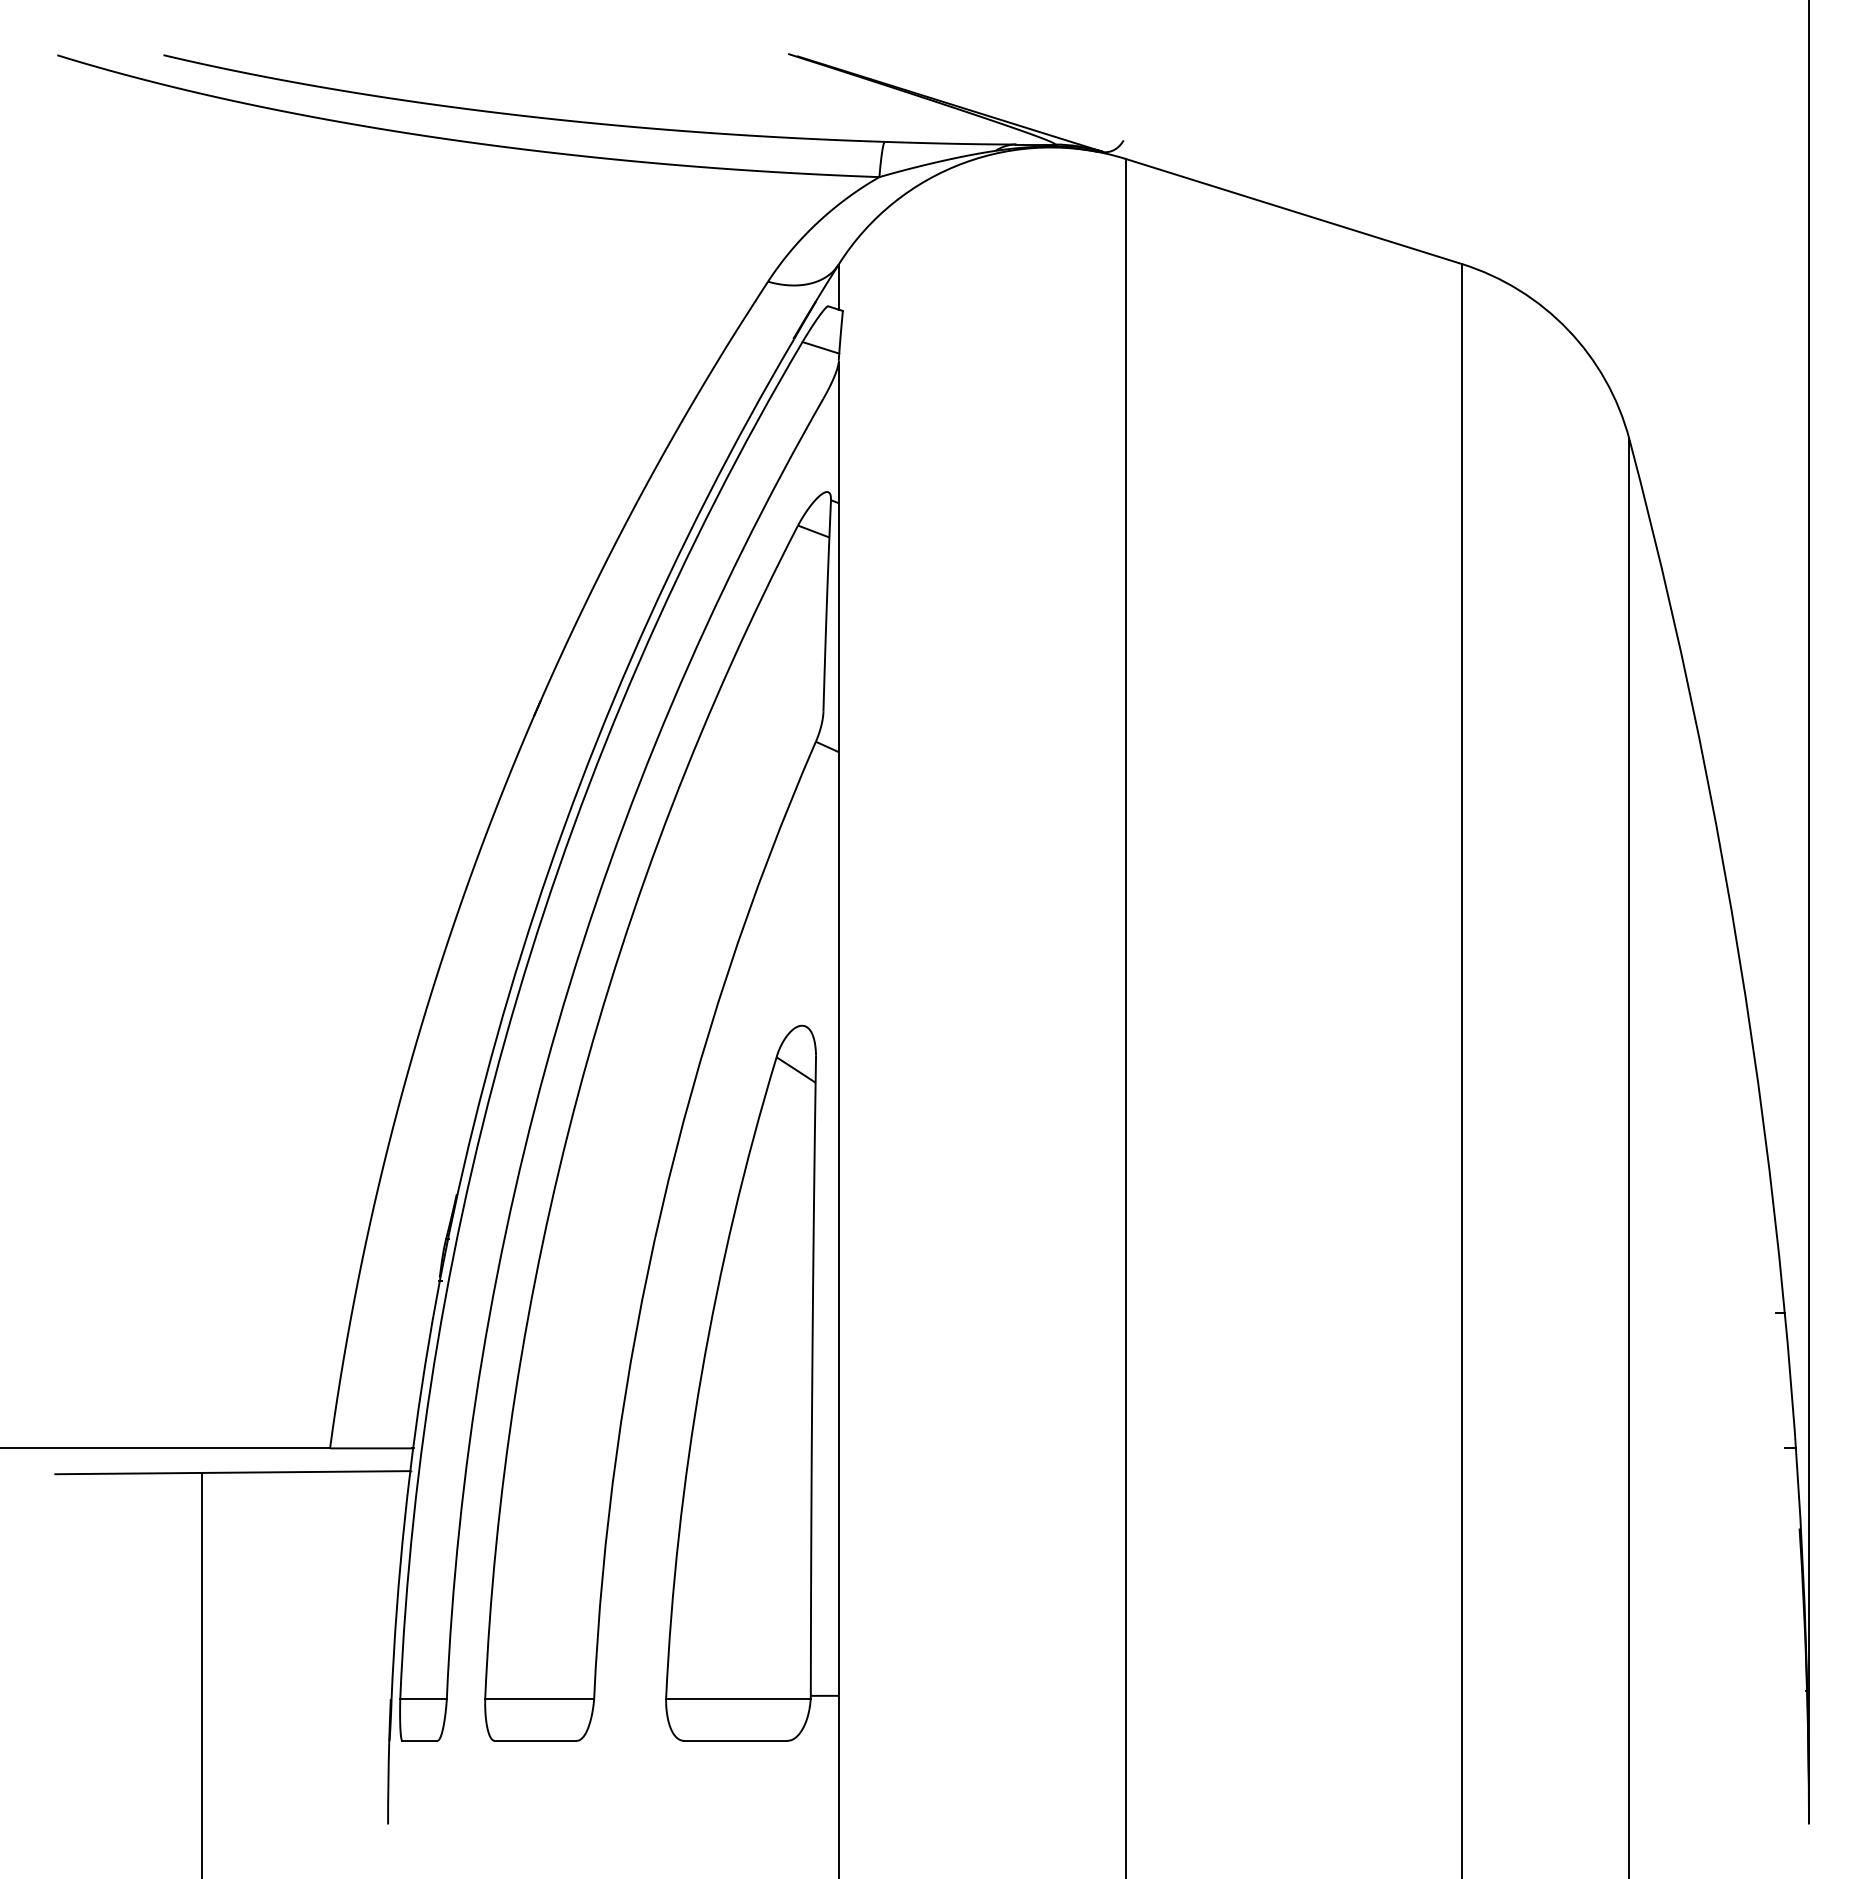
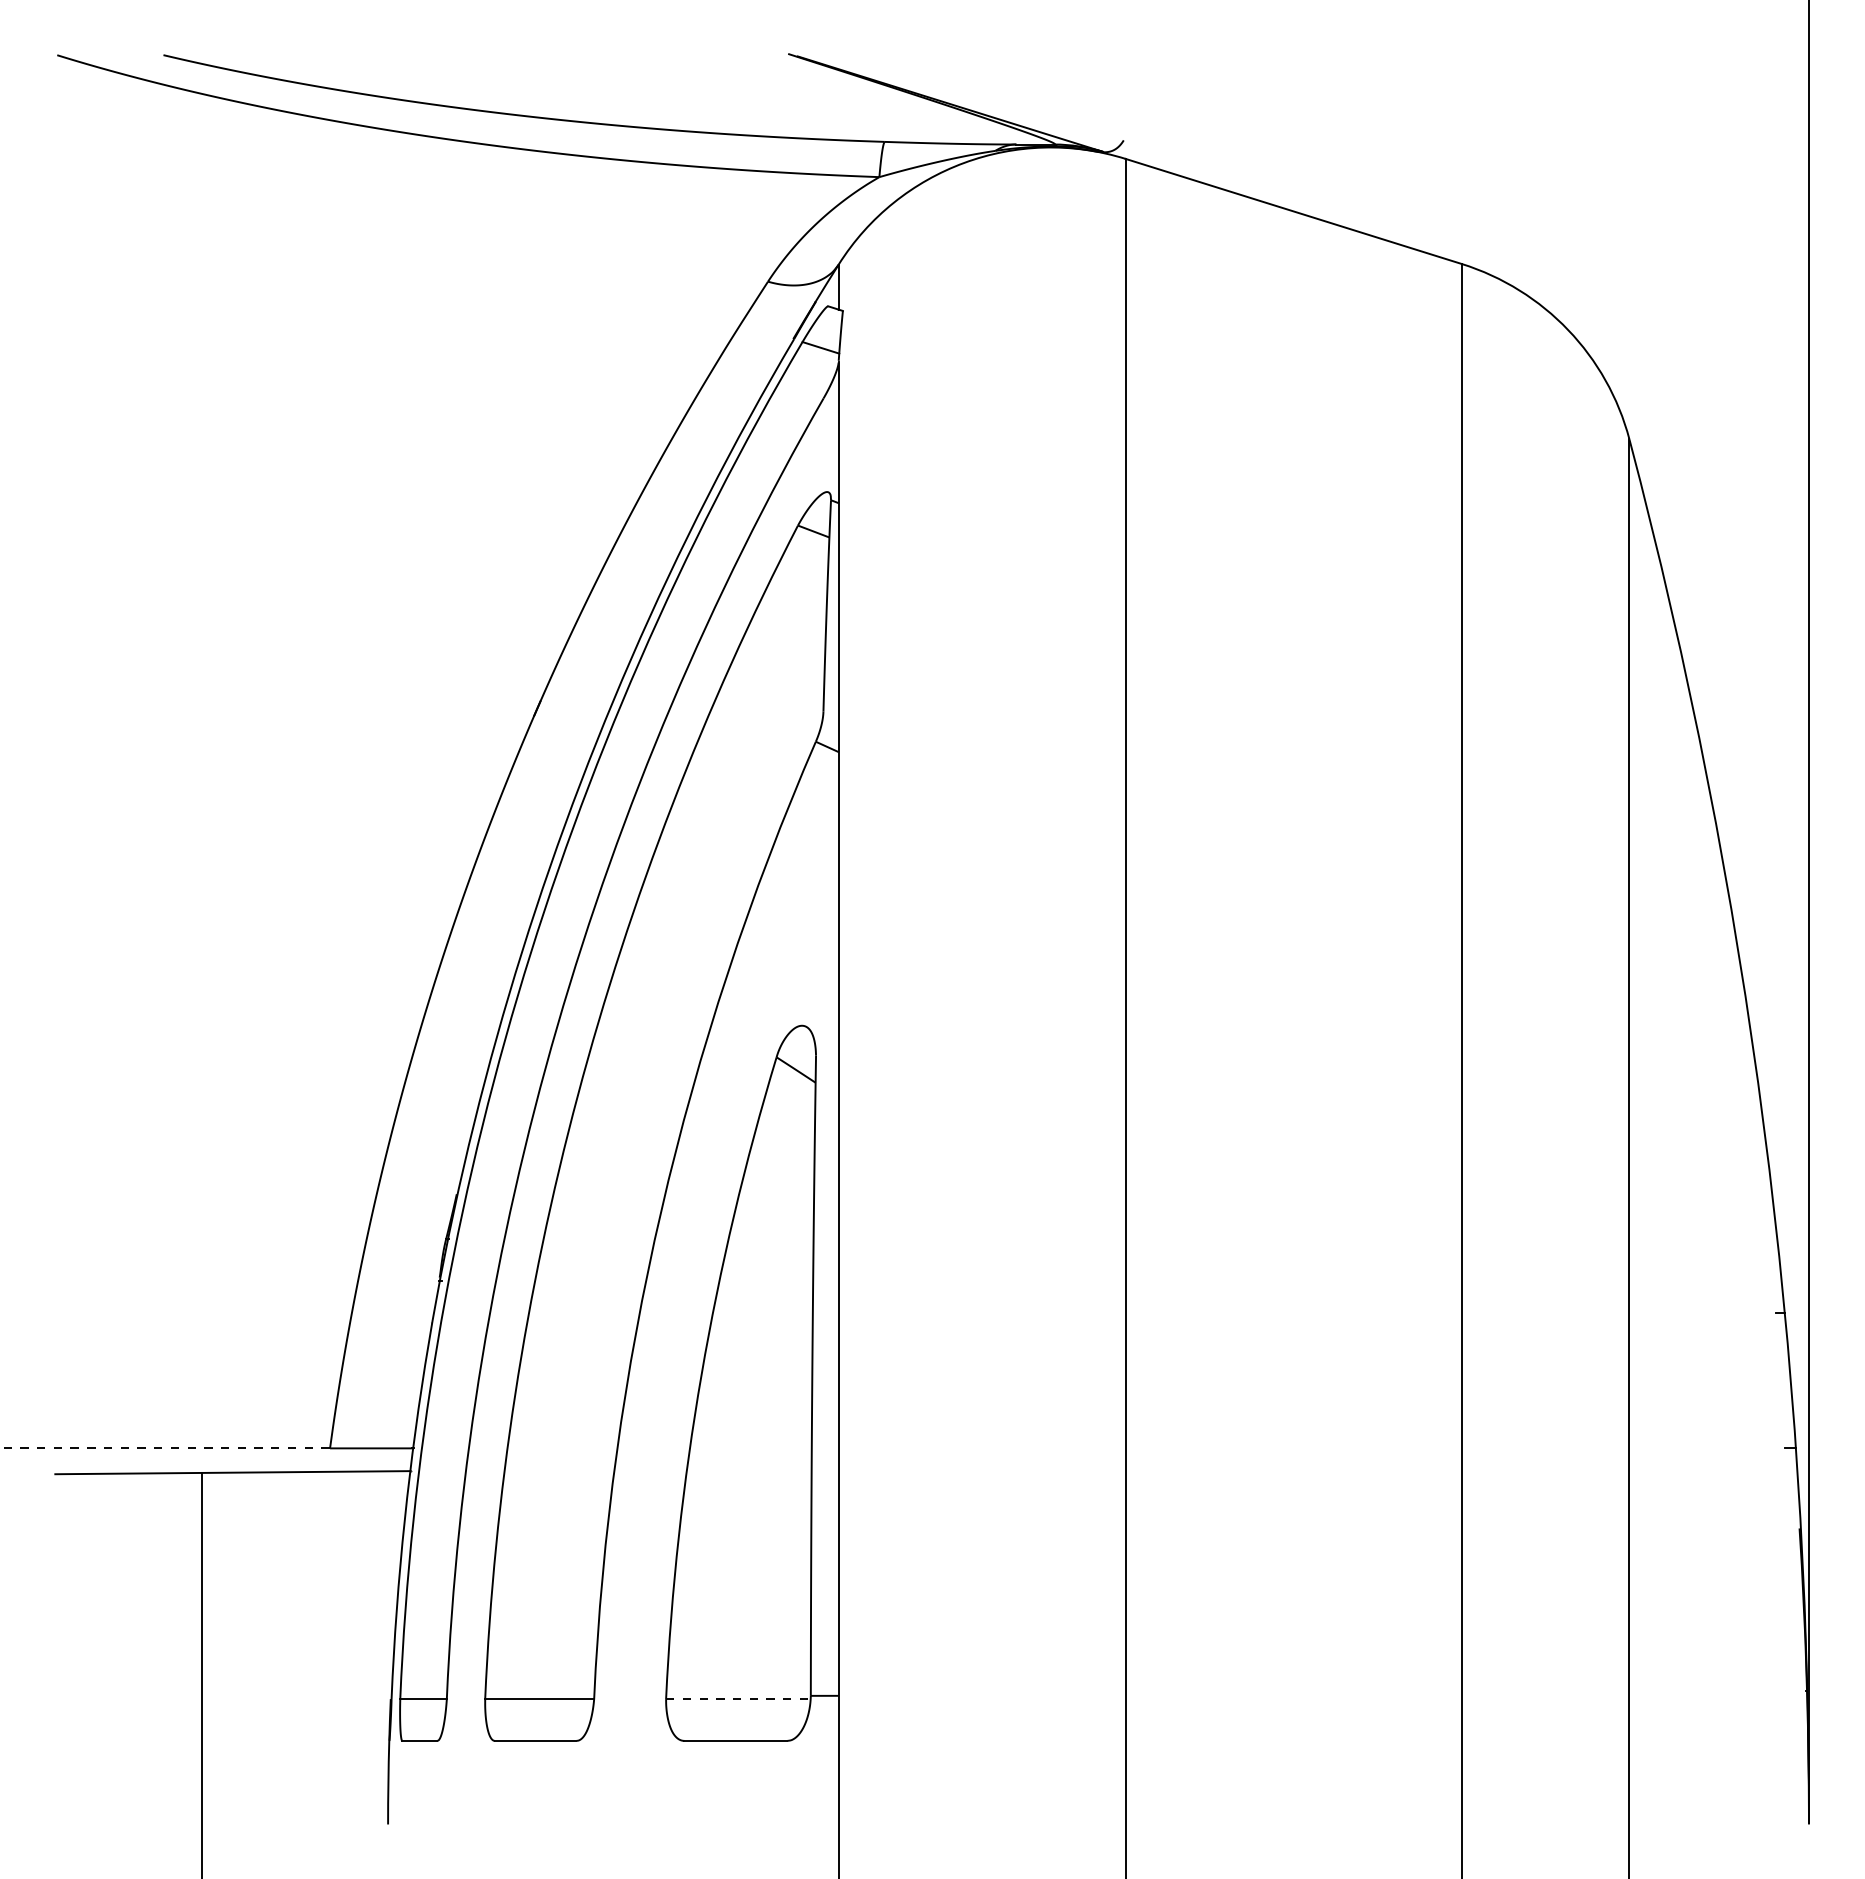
line at (165, 1448): solid -> dashed
line at (738, 1699): solid -> dashed
